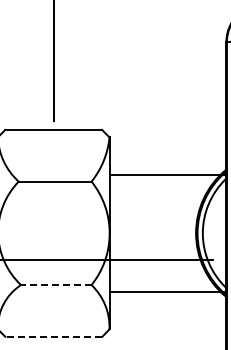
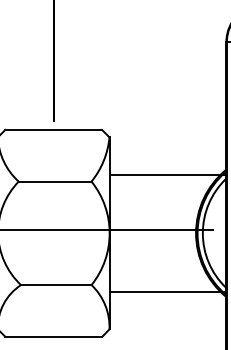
line at (114, 260) position: (114, 260) -> (114, 230)
line at (55, 285): dashed -> solid
line at (53, 336): dashed -> solid
